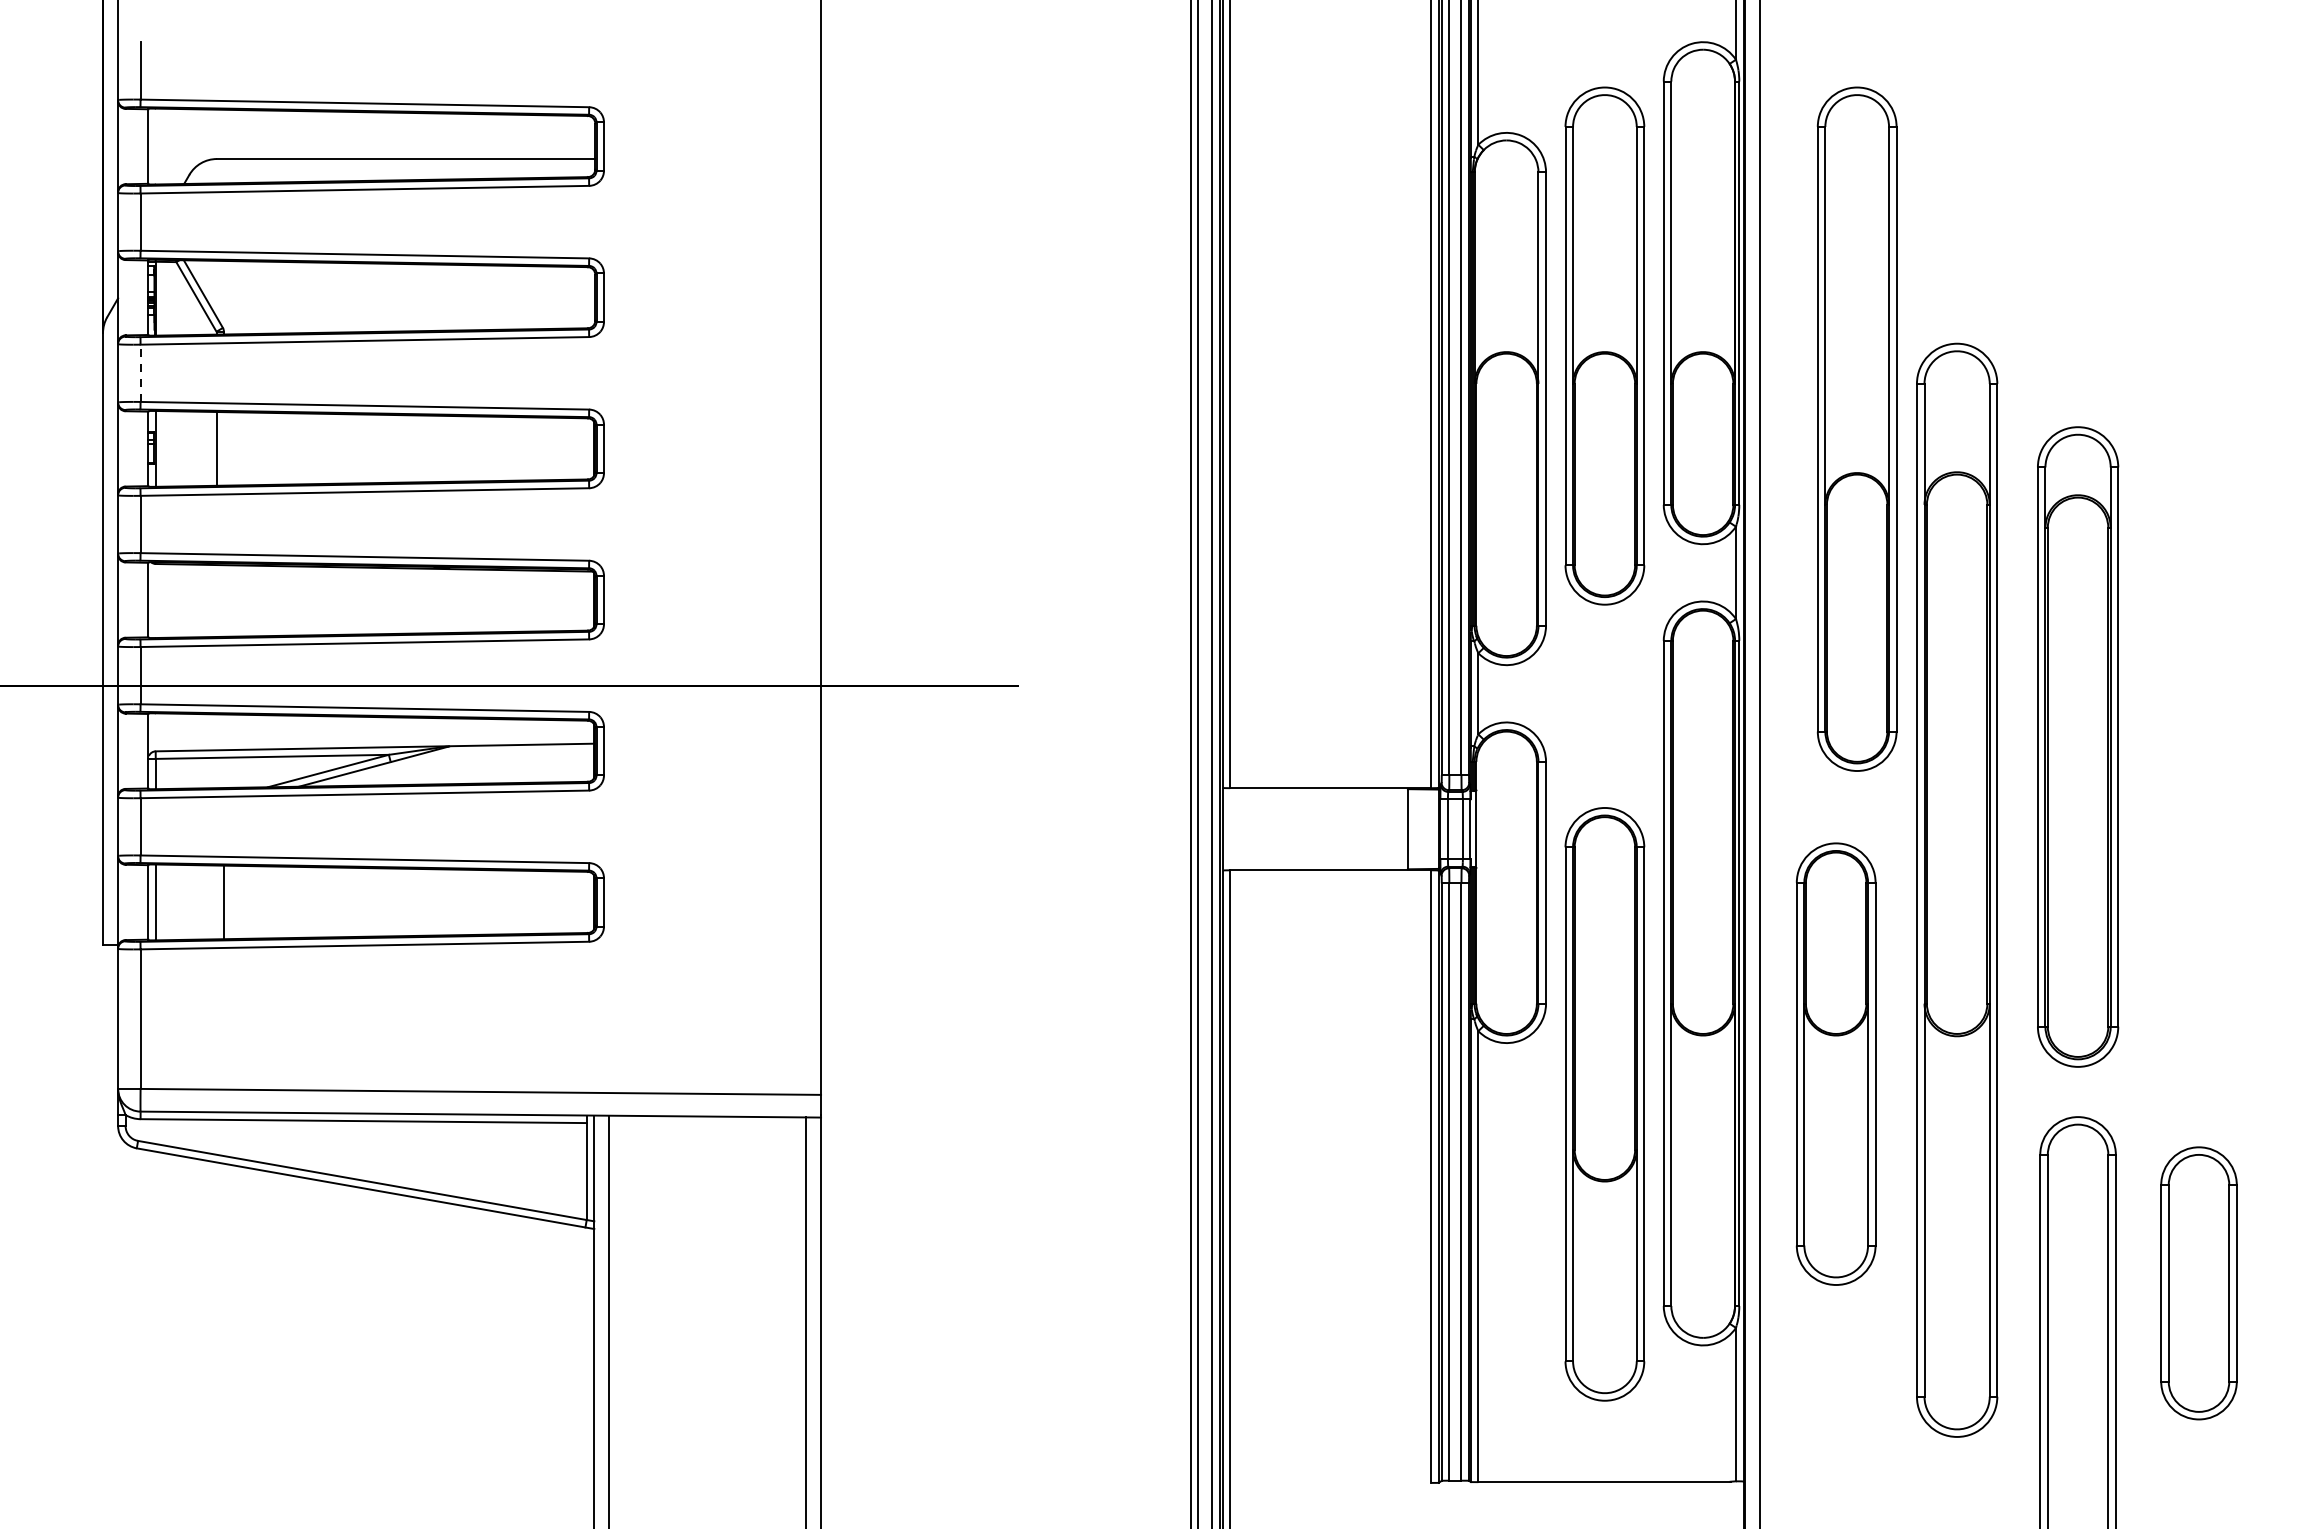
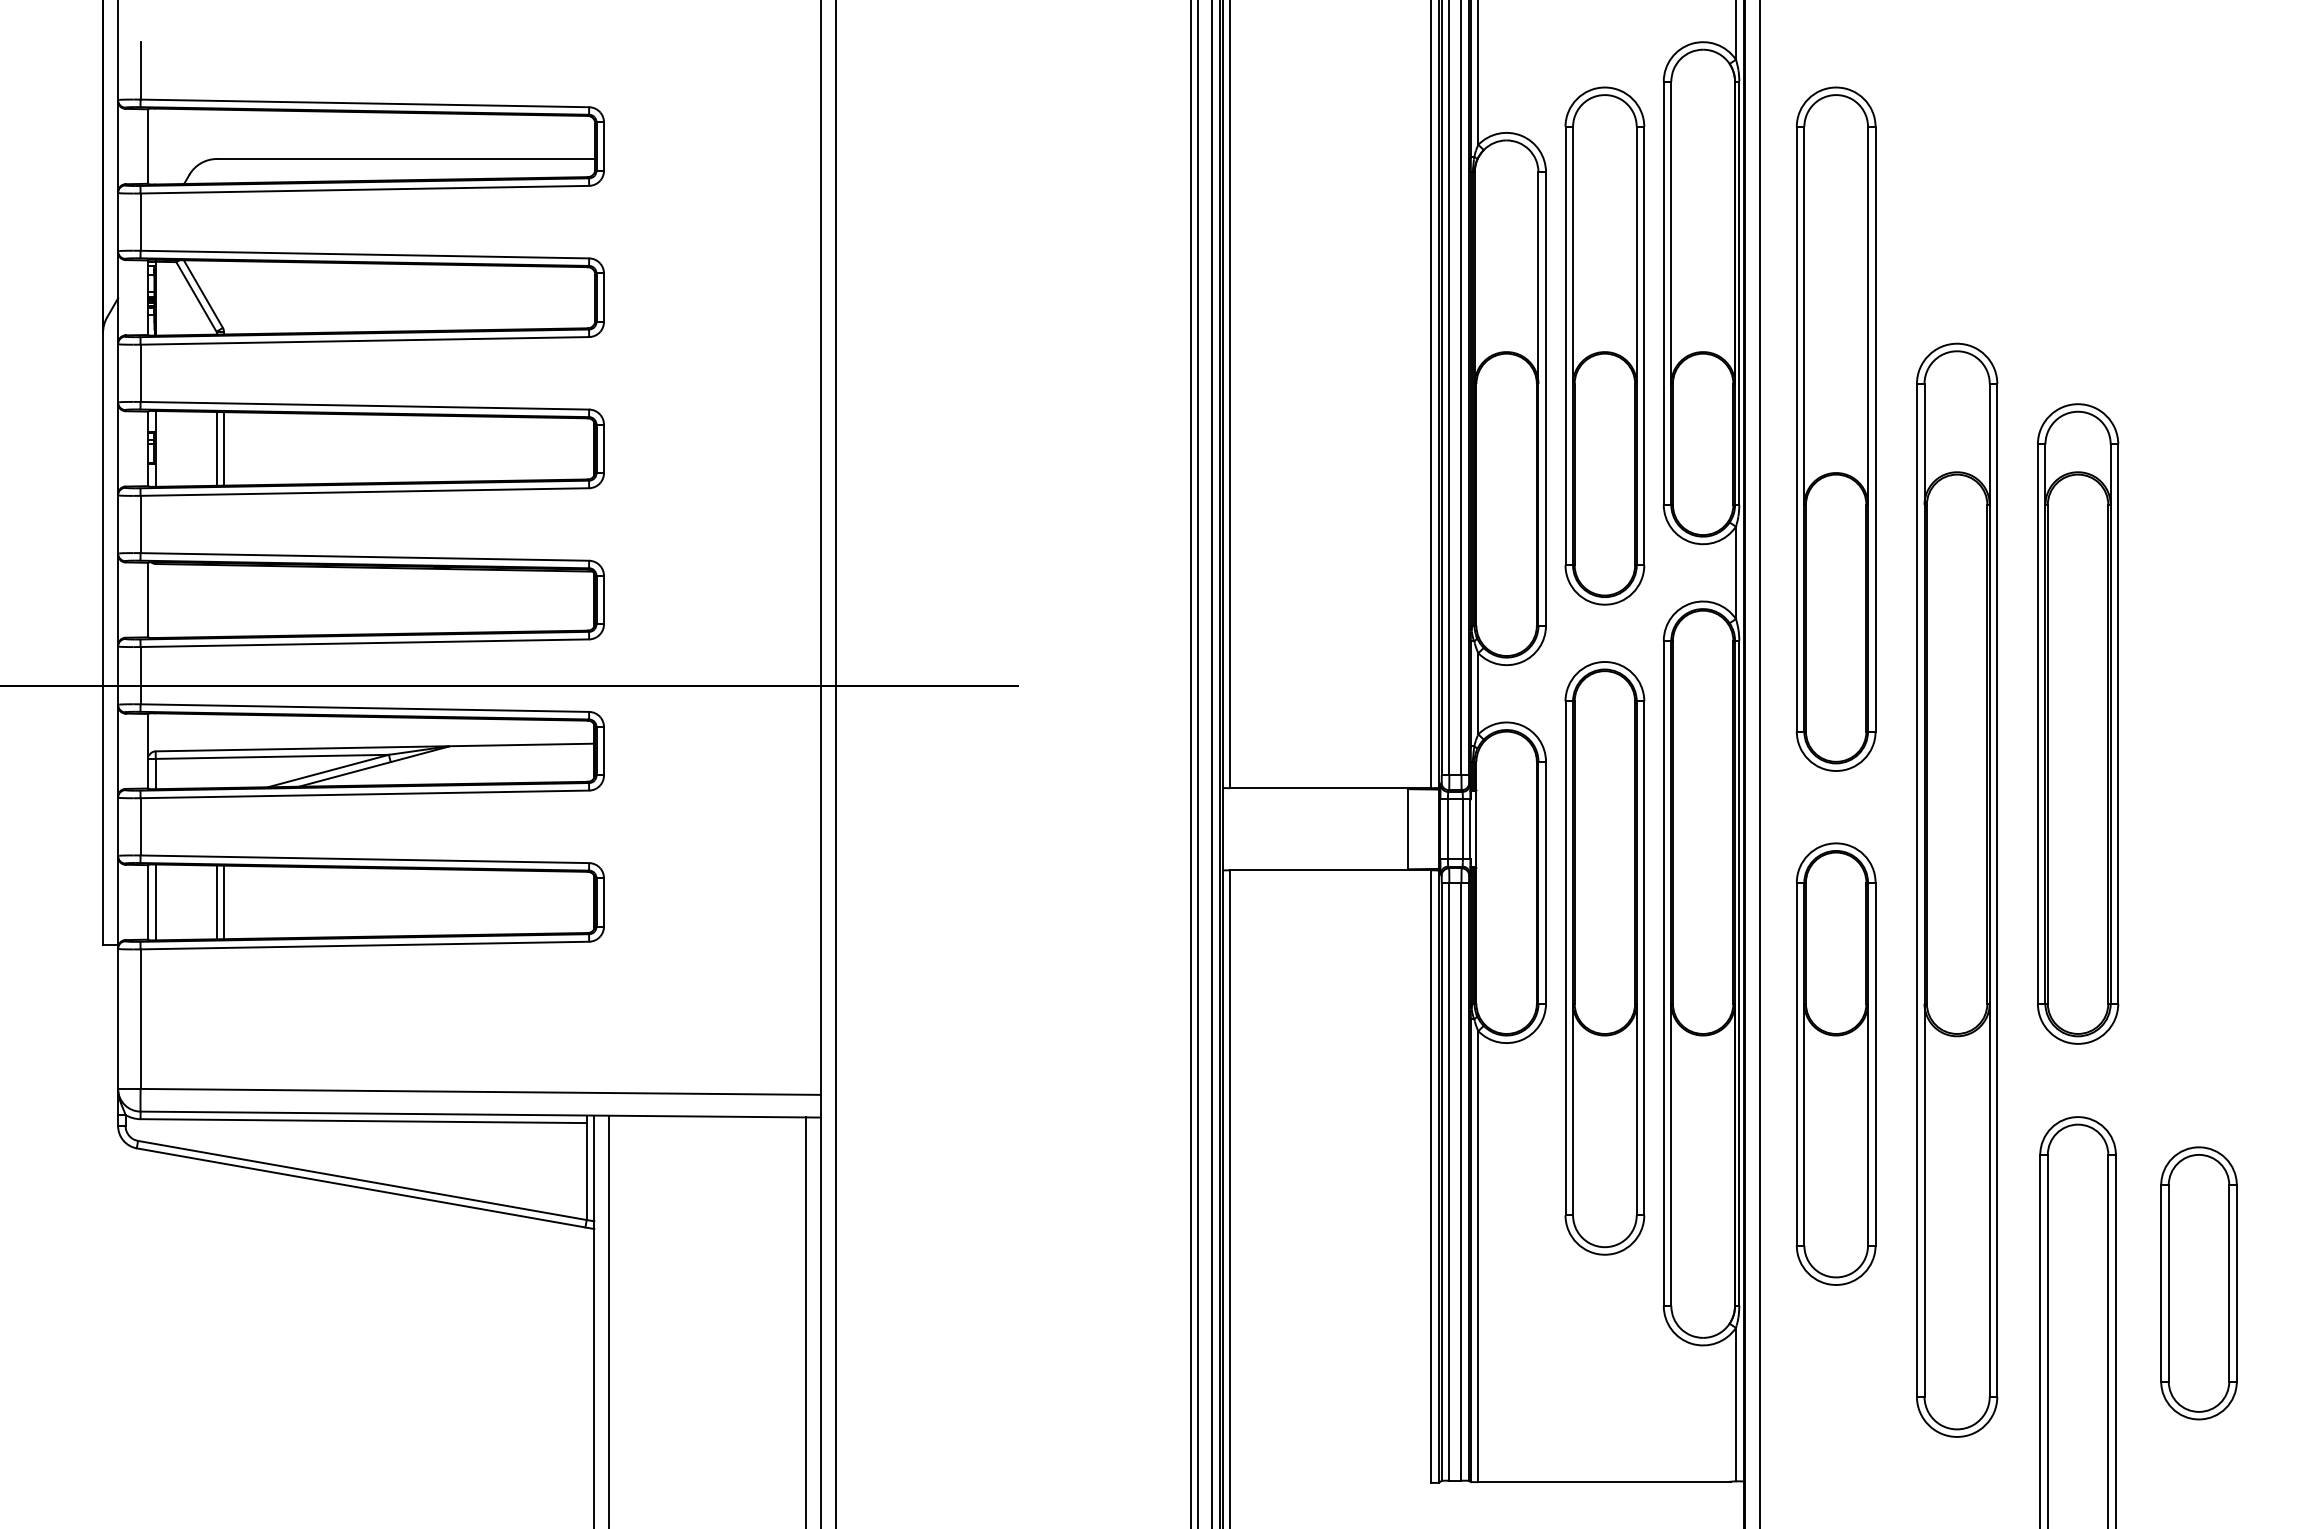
line at (140, 373): dashed -> solid
part at (1856, 428) position: (1856, 428) -> (1835, 428)
line at (223, 448): none -> present
part at (2078, 746) position: (2078, 746) -> (2078, 723)
line at (836, 763): none -> present
line at (216, 902): none -> present
part at (1604, 1104) position: (1604, 1104) -> (1604, 958)
